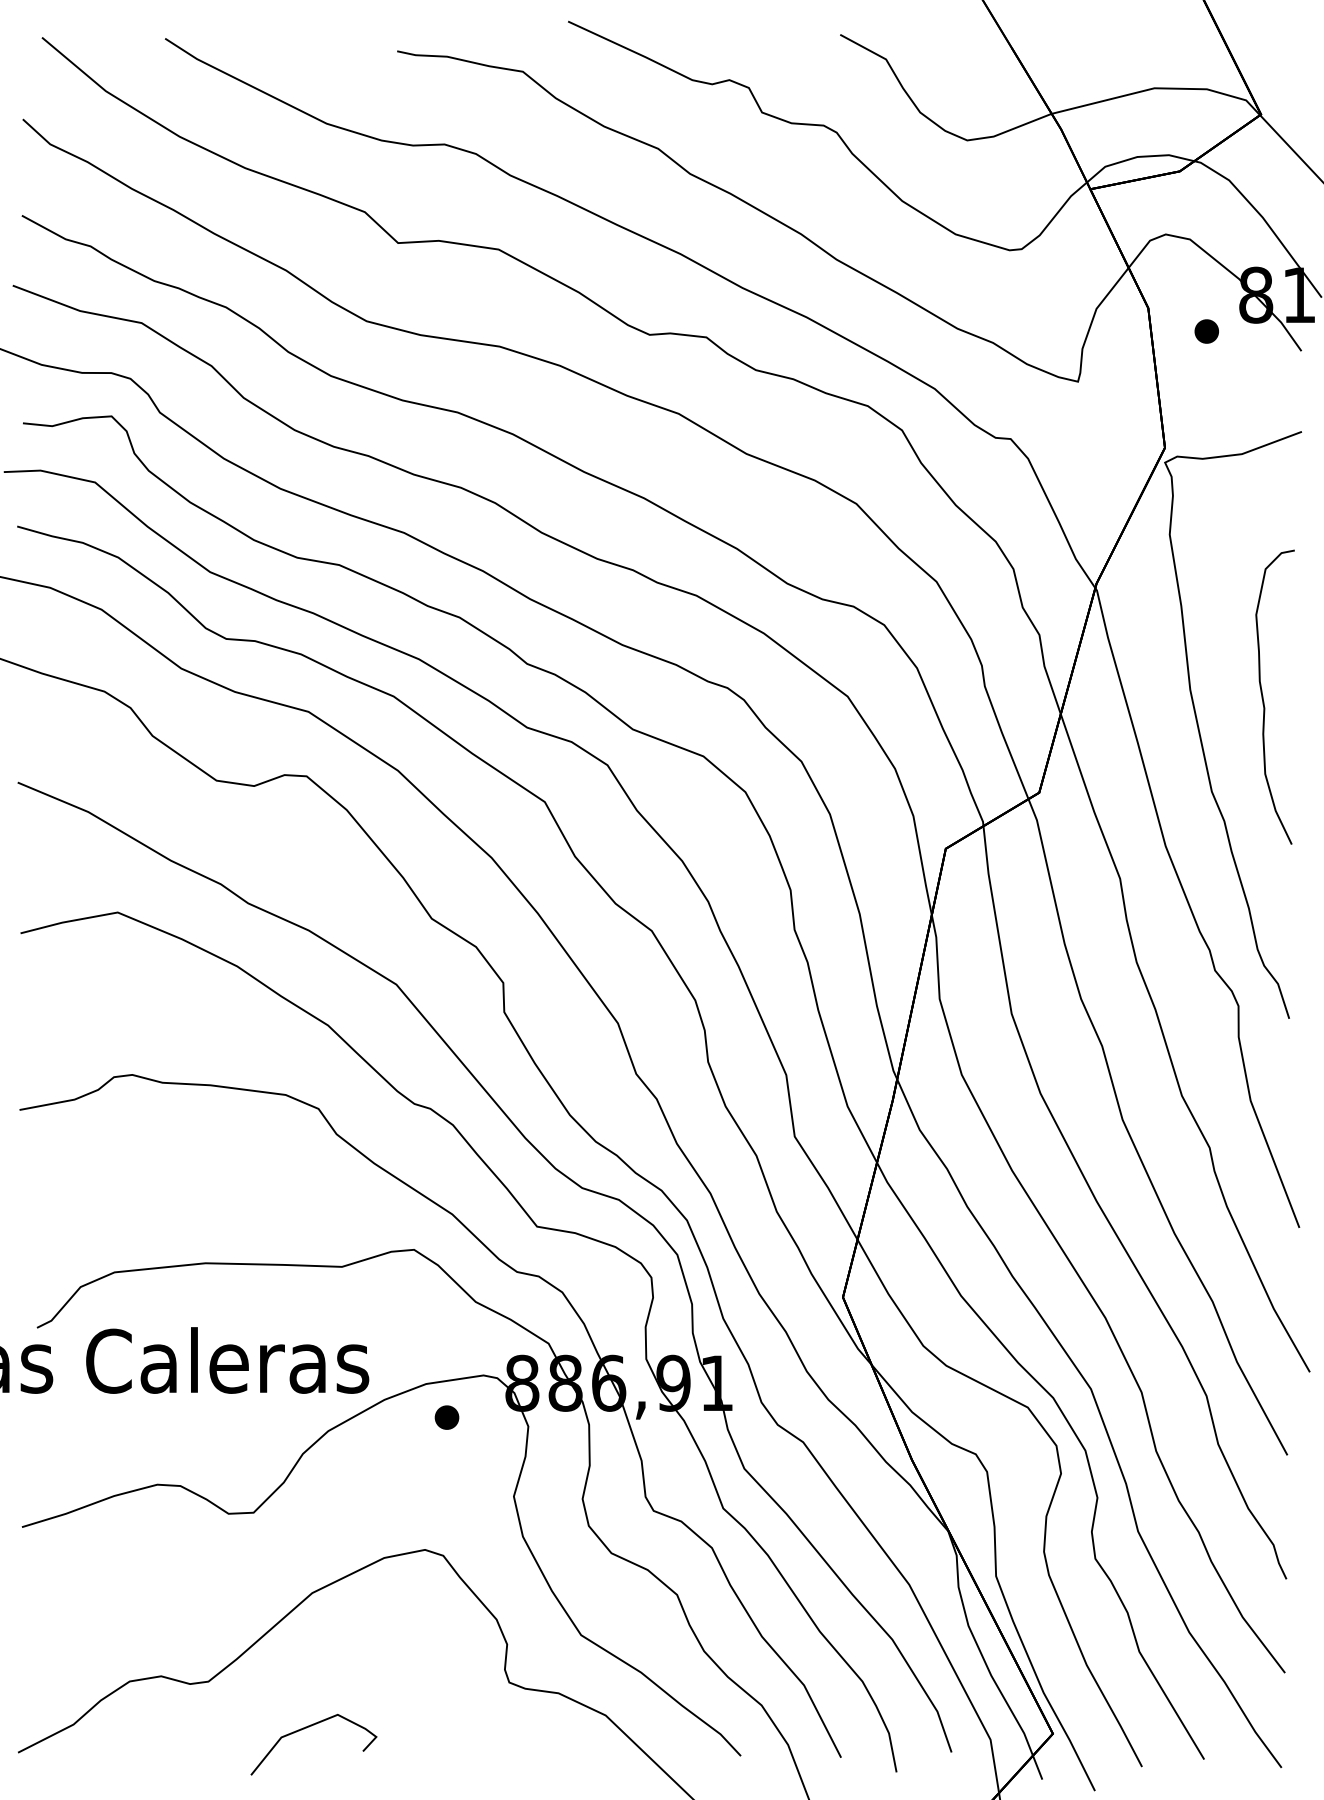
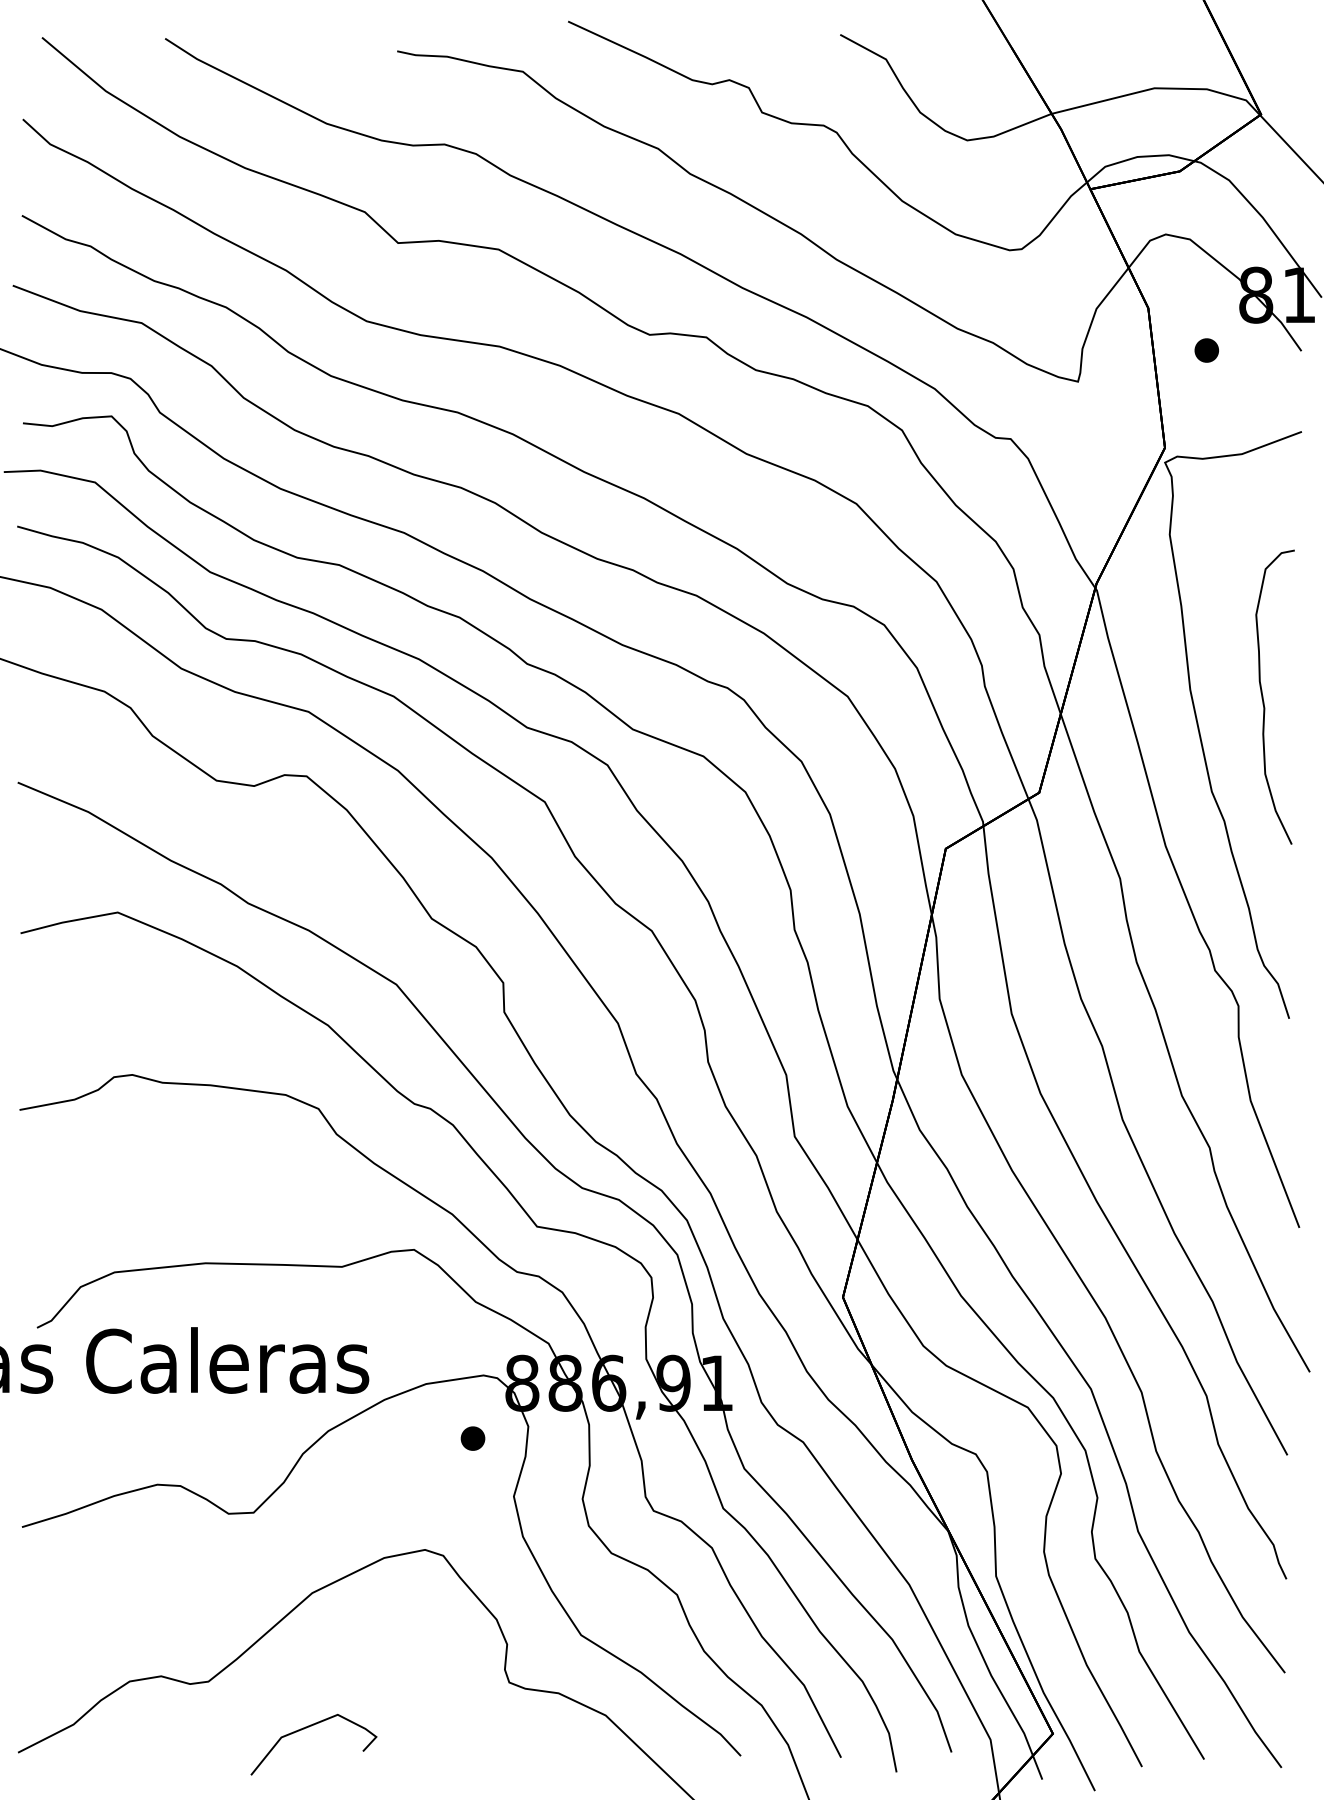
part at (1206, 331) position: (1206, 331) -> (1206, 350)
part at (446, 1417) position: (446, 1417) -> (472, 1438)
